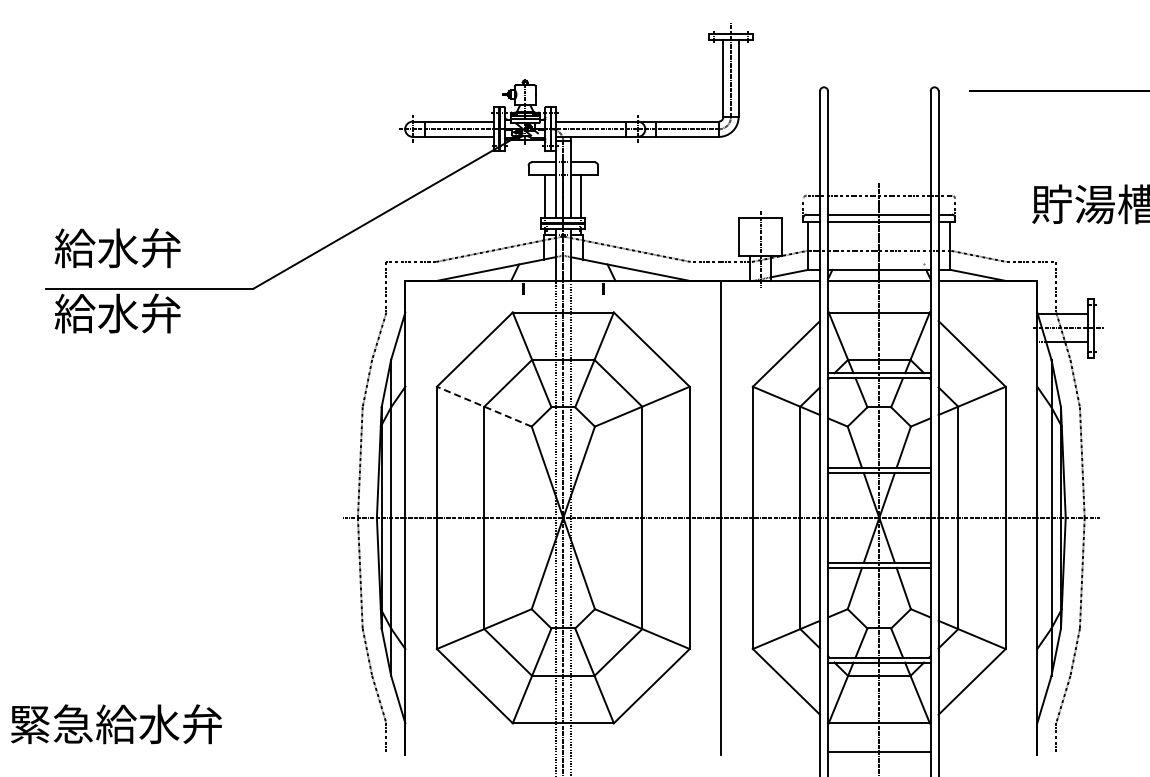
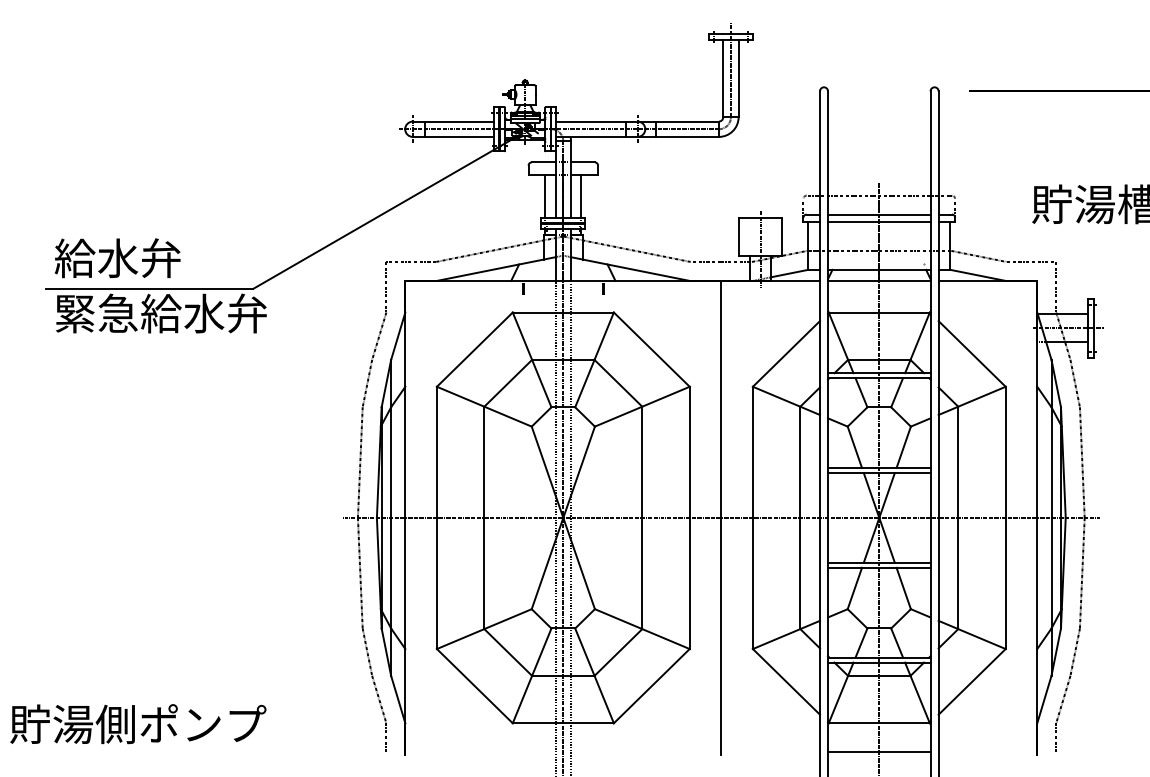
text at (117, 248) position: (117, 248) -> (117, 258)
text at (160, 313): 給水弁 -> 緊急給水弁
line at (483, 406): dashed -> solid
text at (138, 724): 緊急給水弁 -> 貯湯側ポンプ
